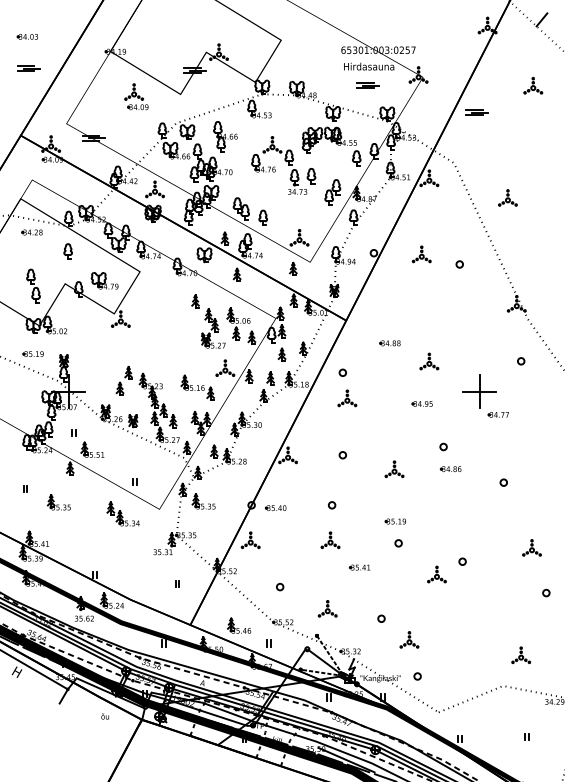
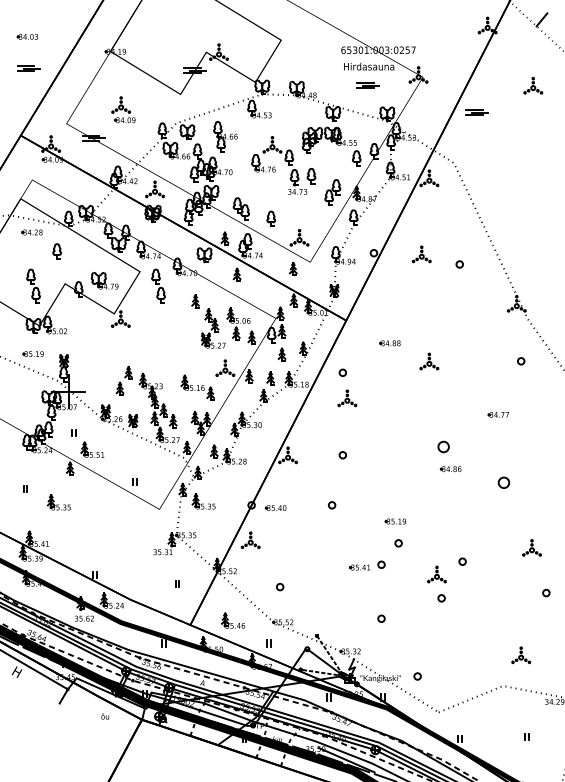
part at (136, 96) position: (136, 96) -> (123, 109)
part at (507, 197): present -> none
part at (262, 217) position: (262, 217) -> (270, 218)
part at (67, 251) position: (67, 251) -> (56, 251)
part at (158, 285): none -> present
part at (479, 391): present -> none
part at (421, 403): present -> none
part at (443, 446) size: 9x10 px -> 13x14 px
part at (394, 469): present -> none
part at (503, 482) size: 9x9 px -> 14x13 px
part at (122, 513): present -> none
part at (330, 540): present -> none
part at (381, 564): none -> present
part at (441, 598): none -> present
part at (327, 608): present -> none
part at (239, 625) position: (239, 625) -> (233, 620)
part at (409, 639): present -> none
